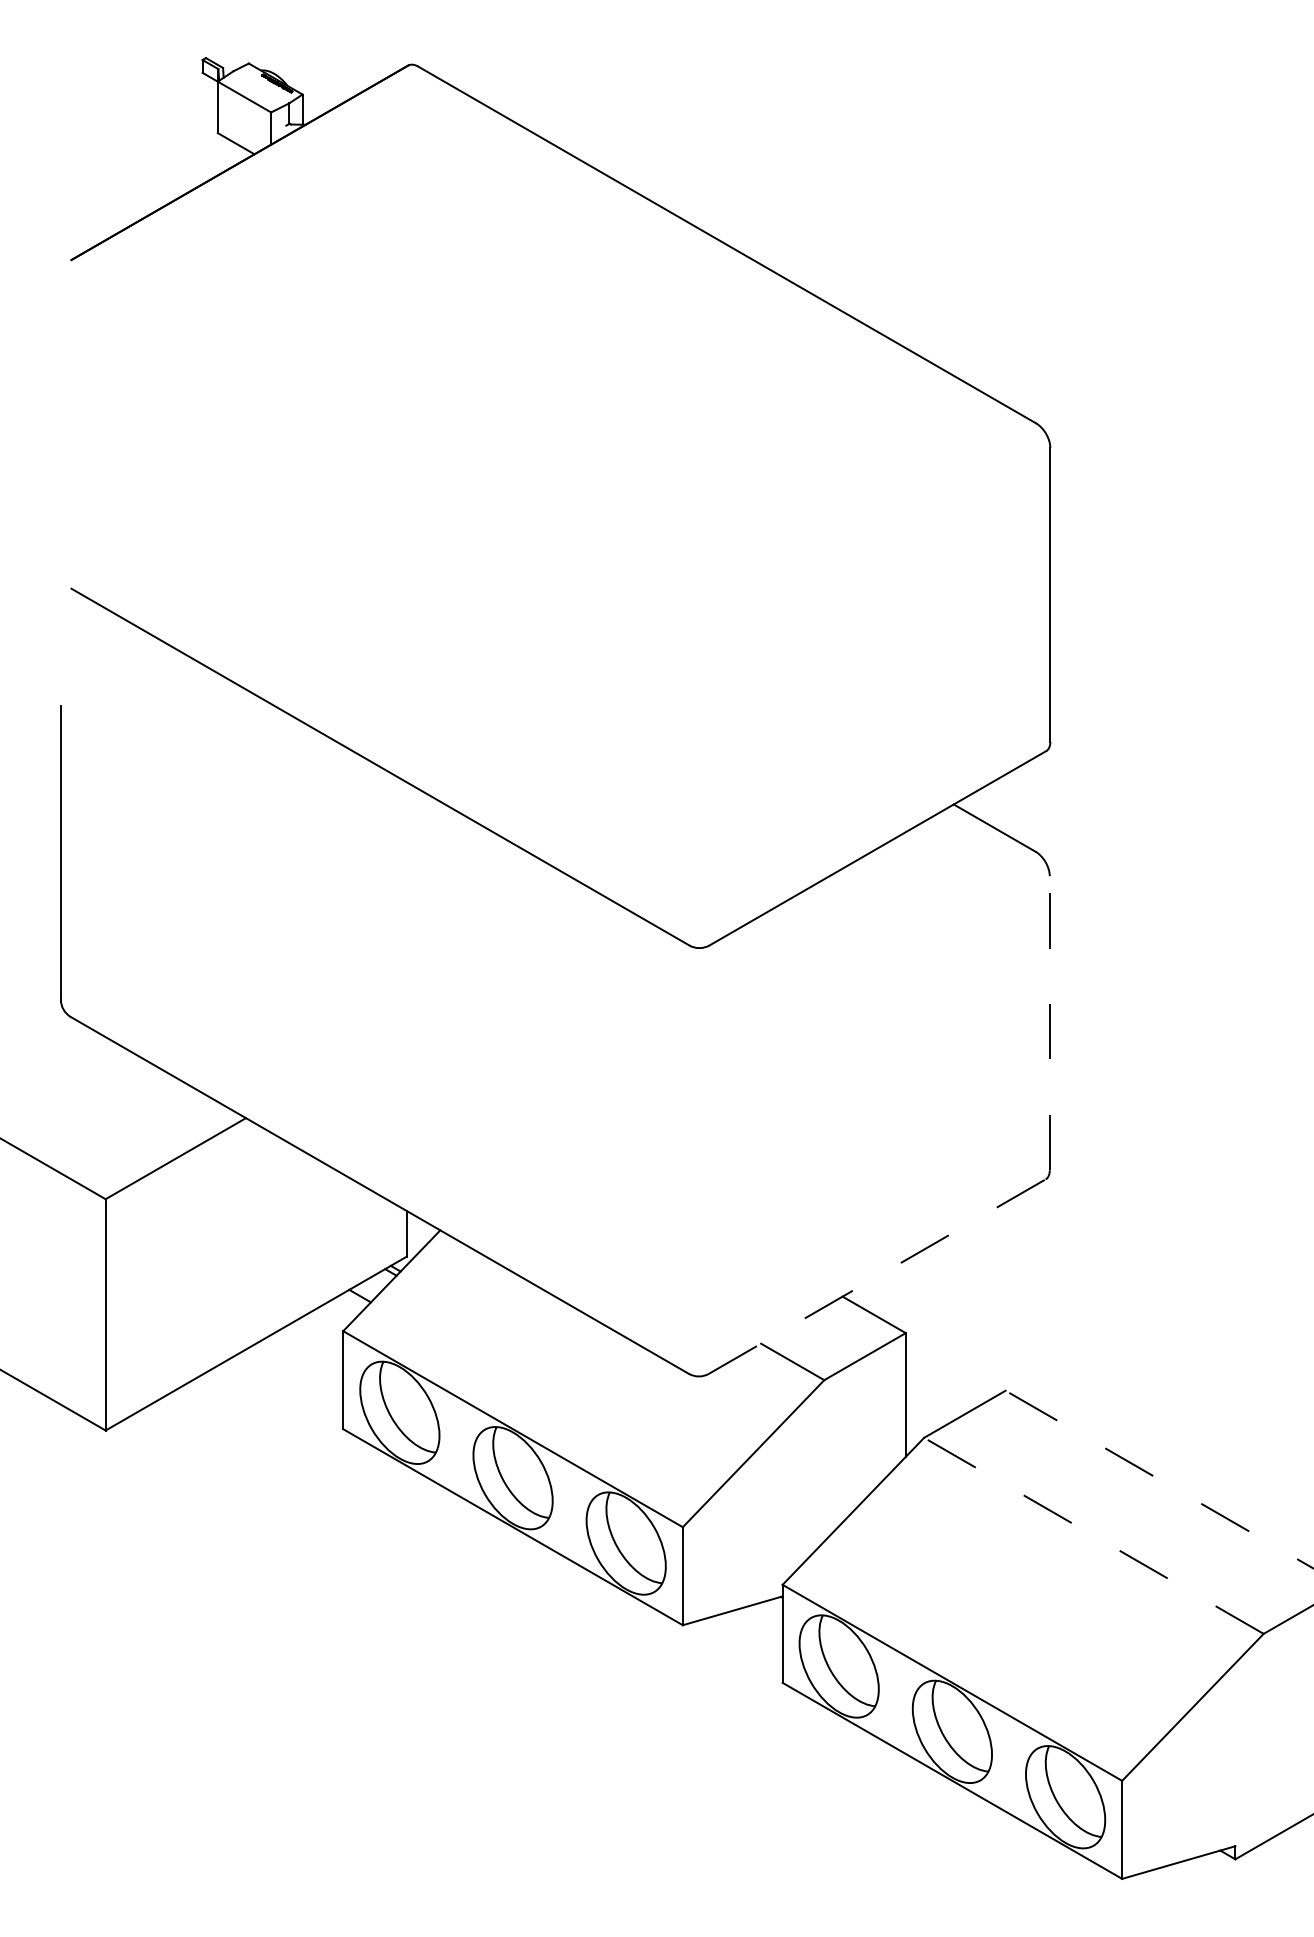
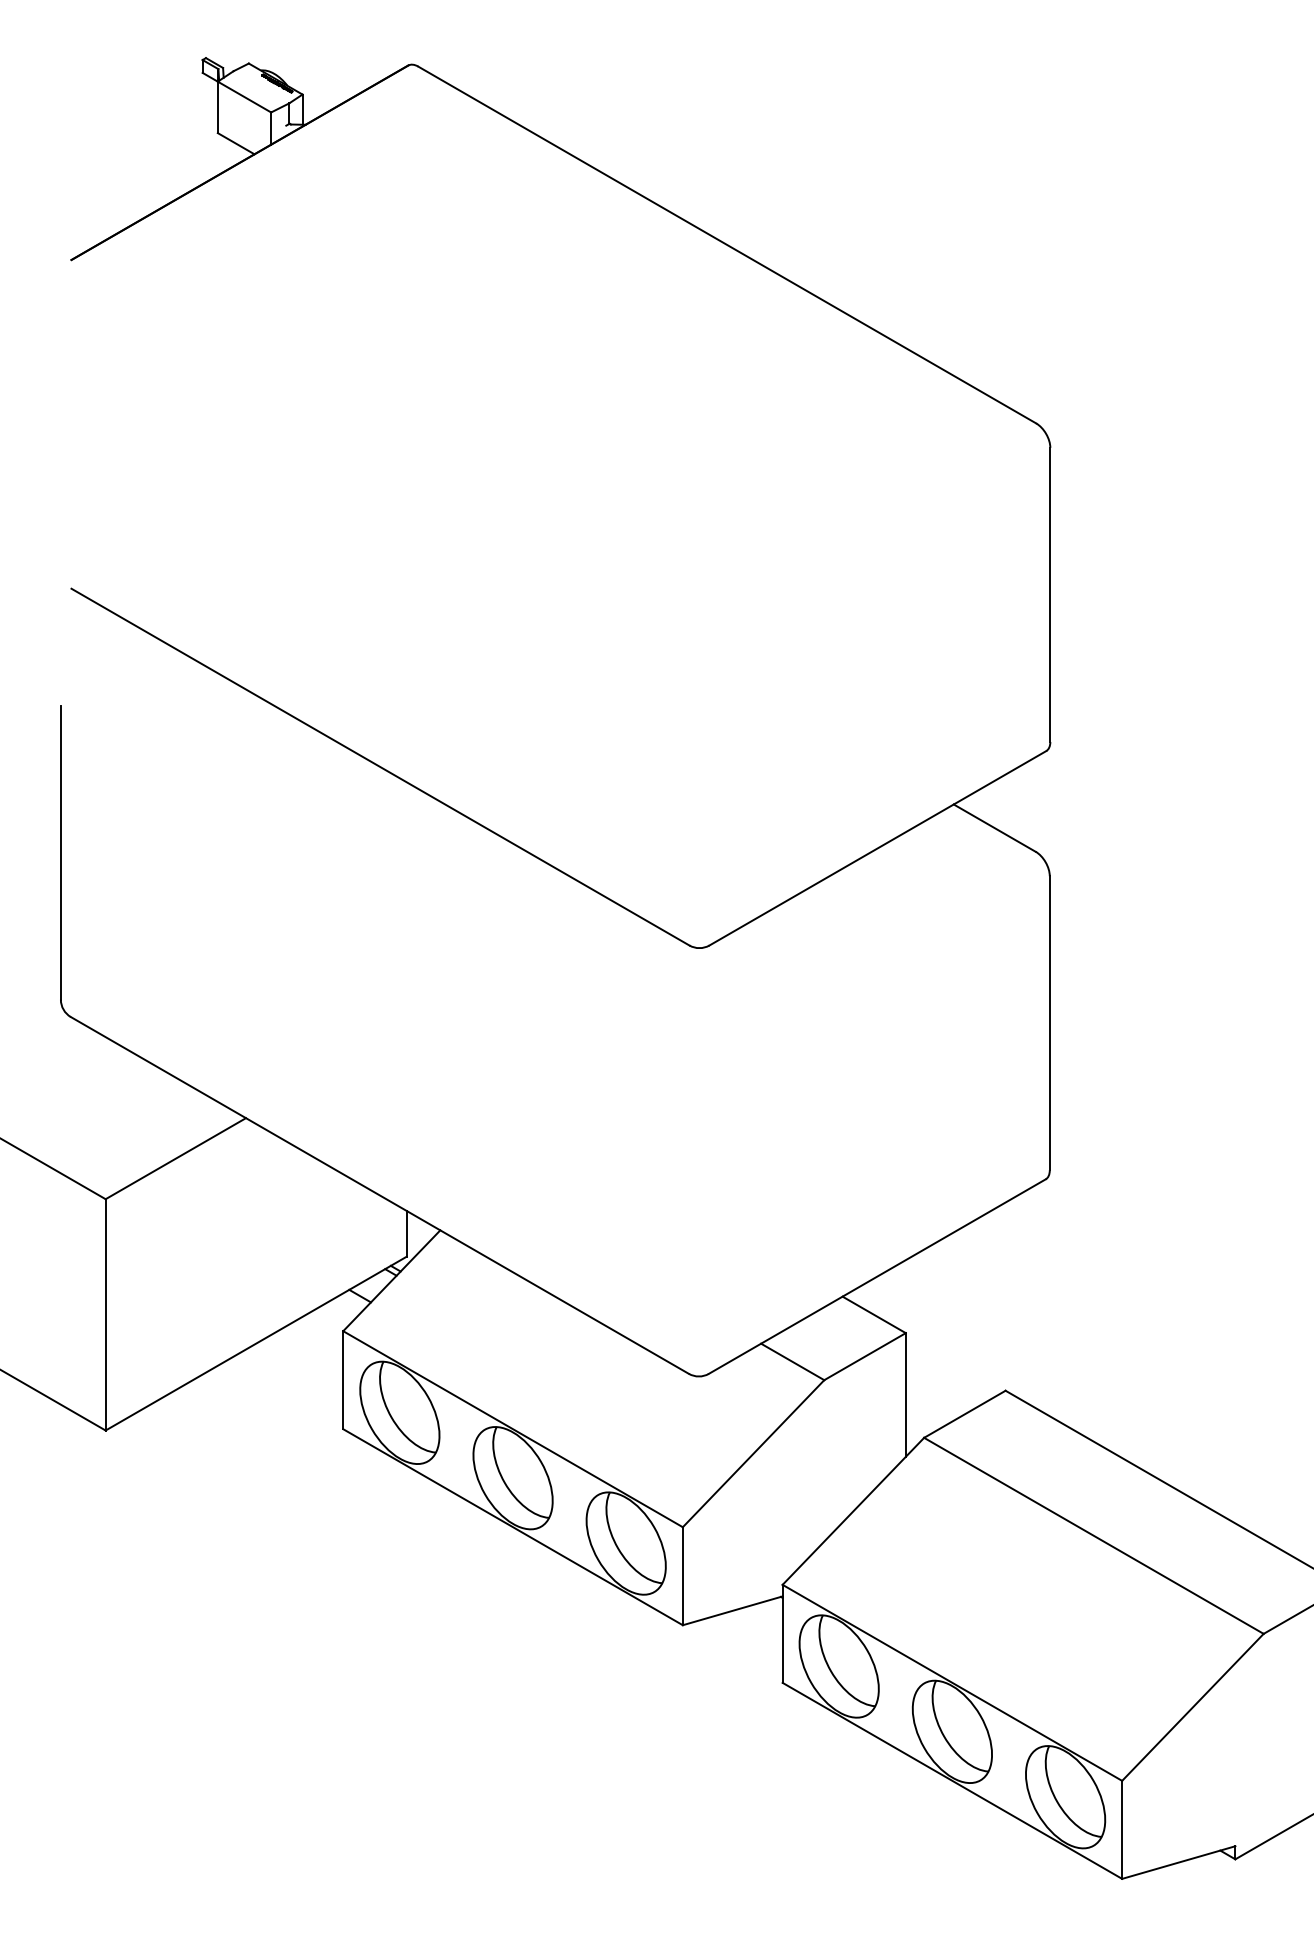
line at (1049, 1022): dashed -> solid
line at (877, 1276): dashed -> solid
line at (1159, 1479): dashed -> solid
line at (1093, 1535): dashed -> solid
